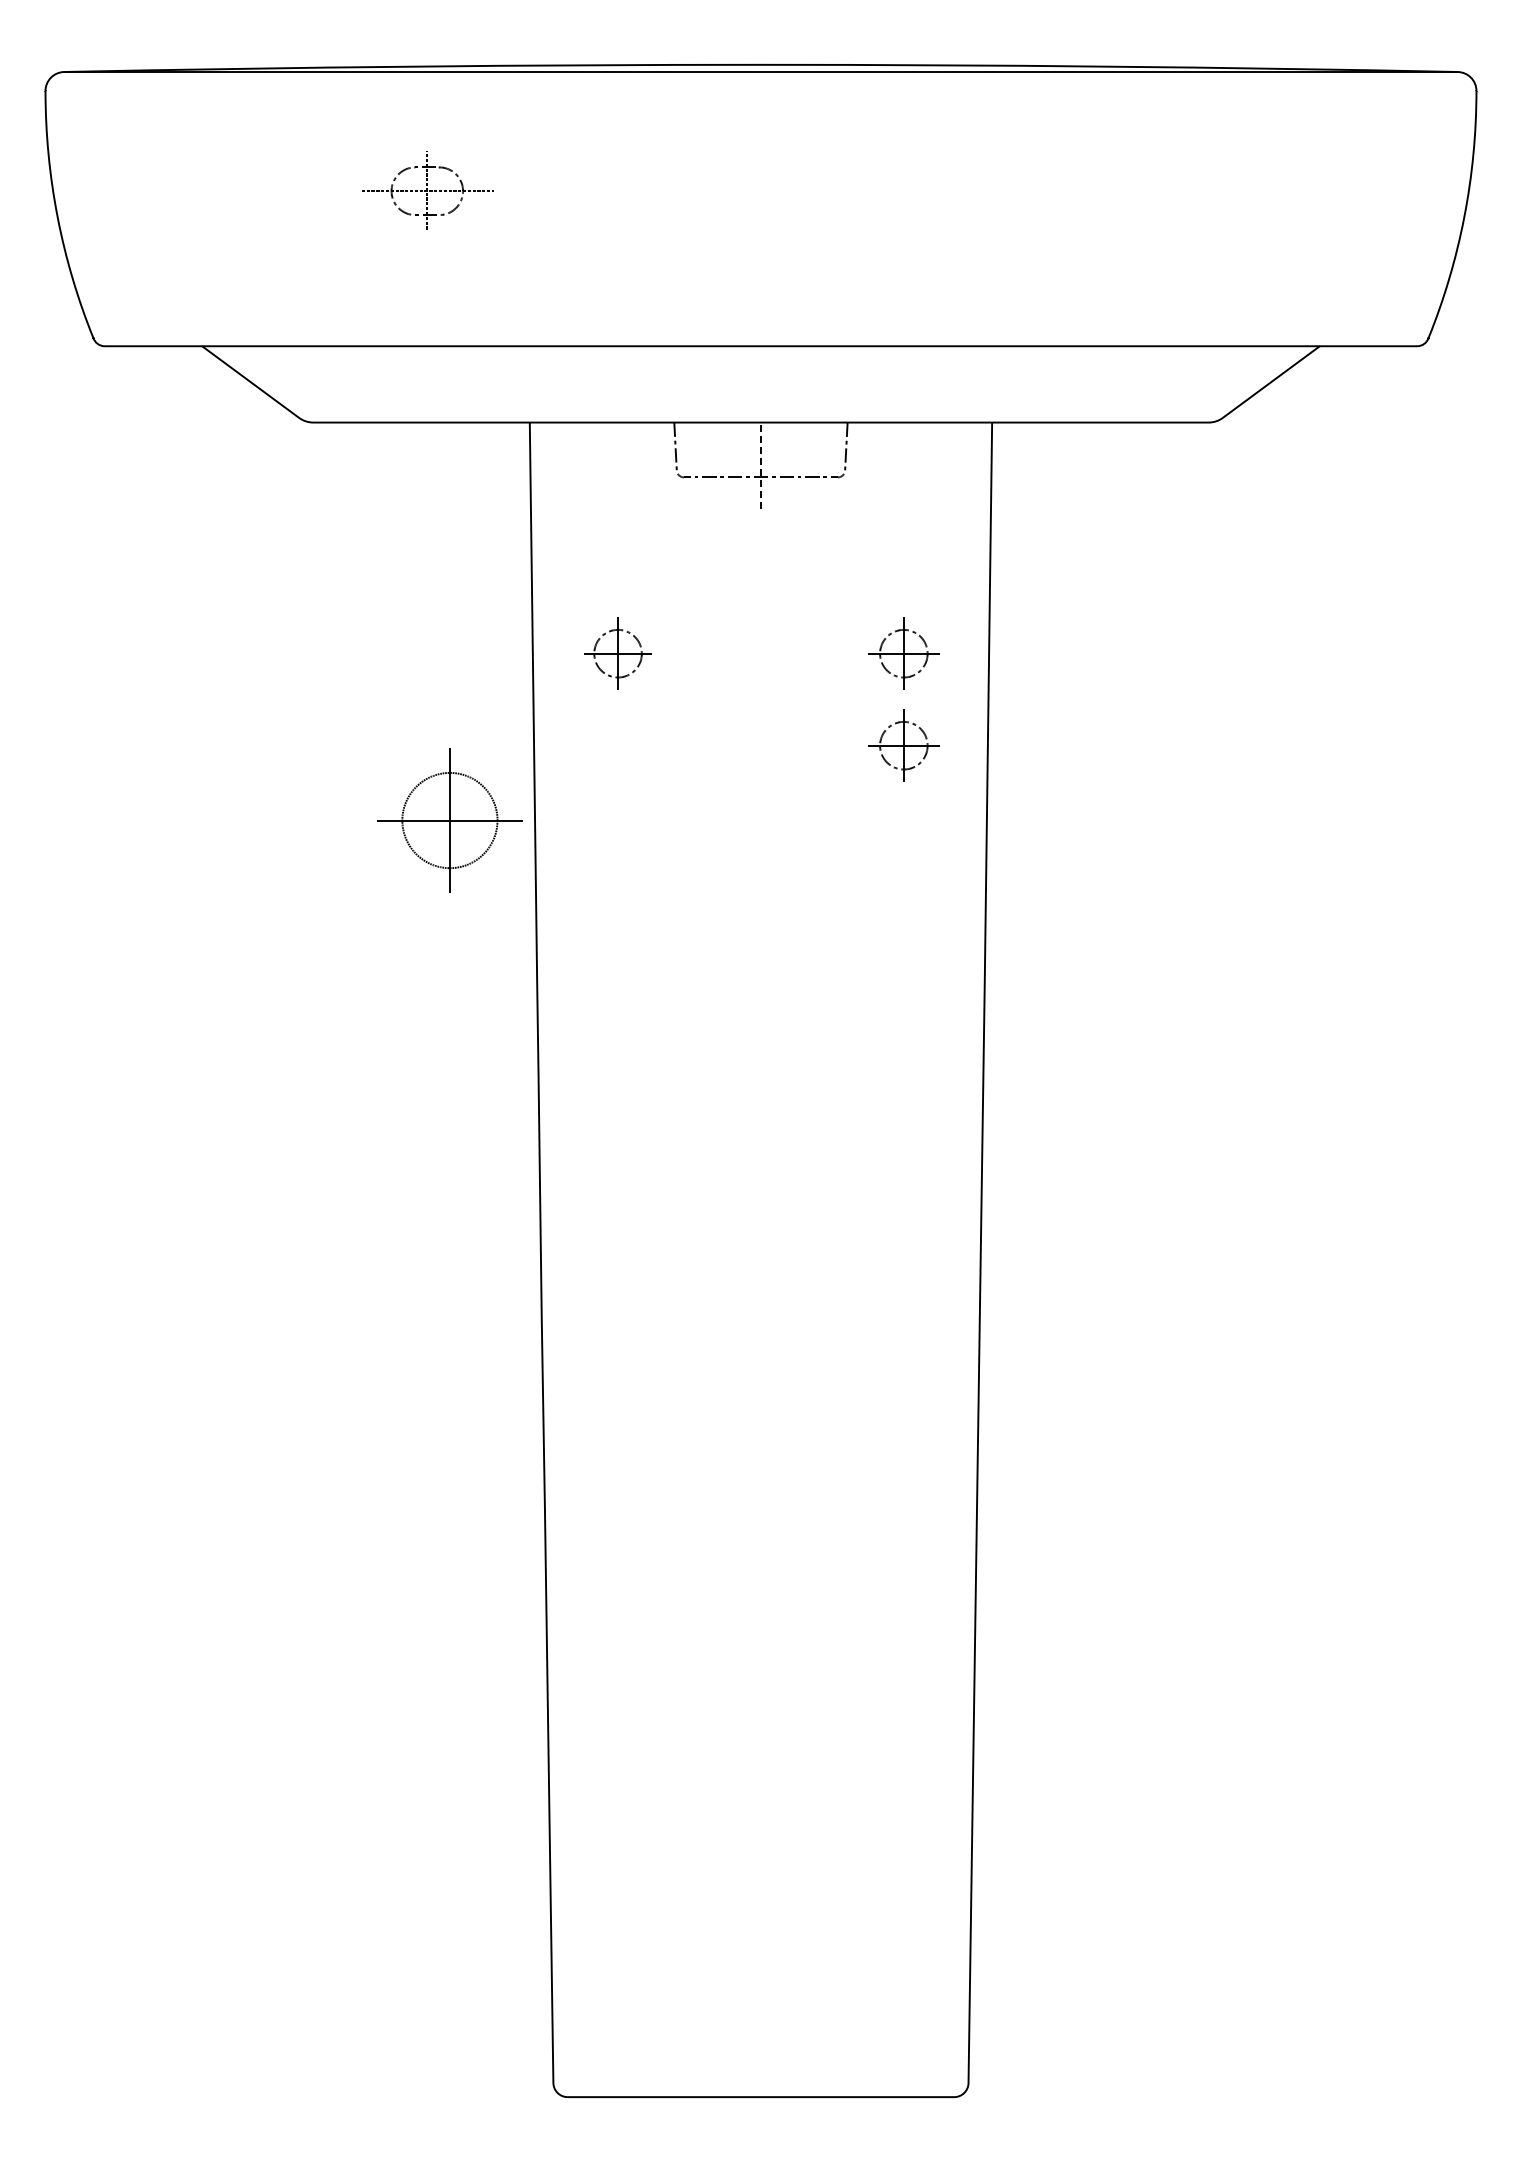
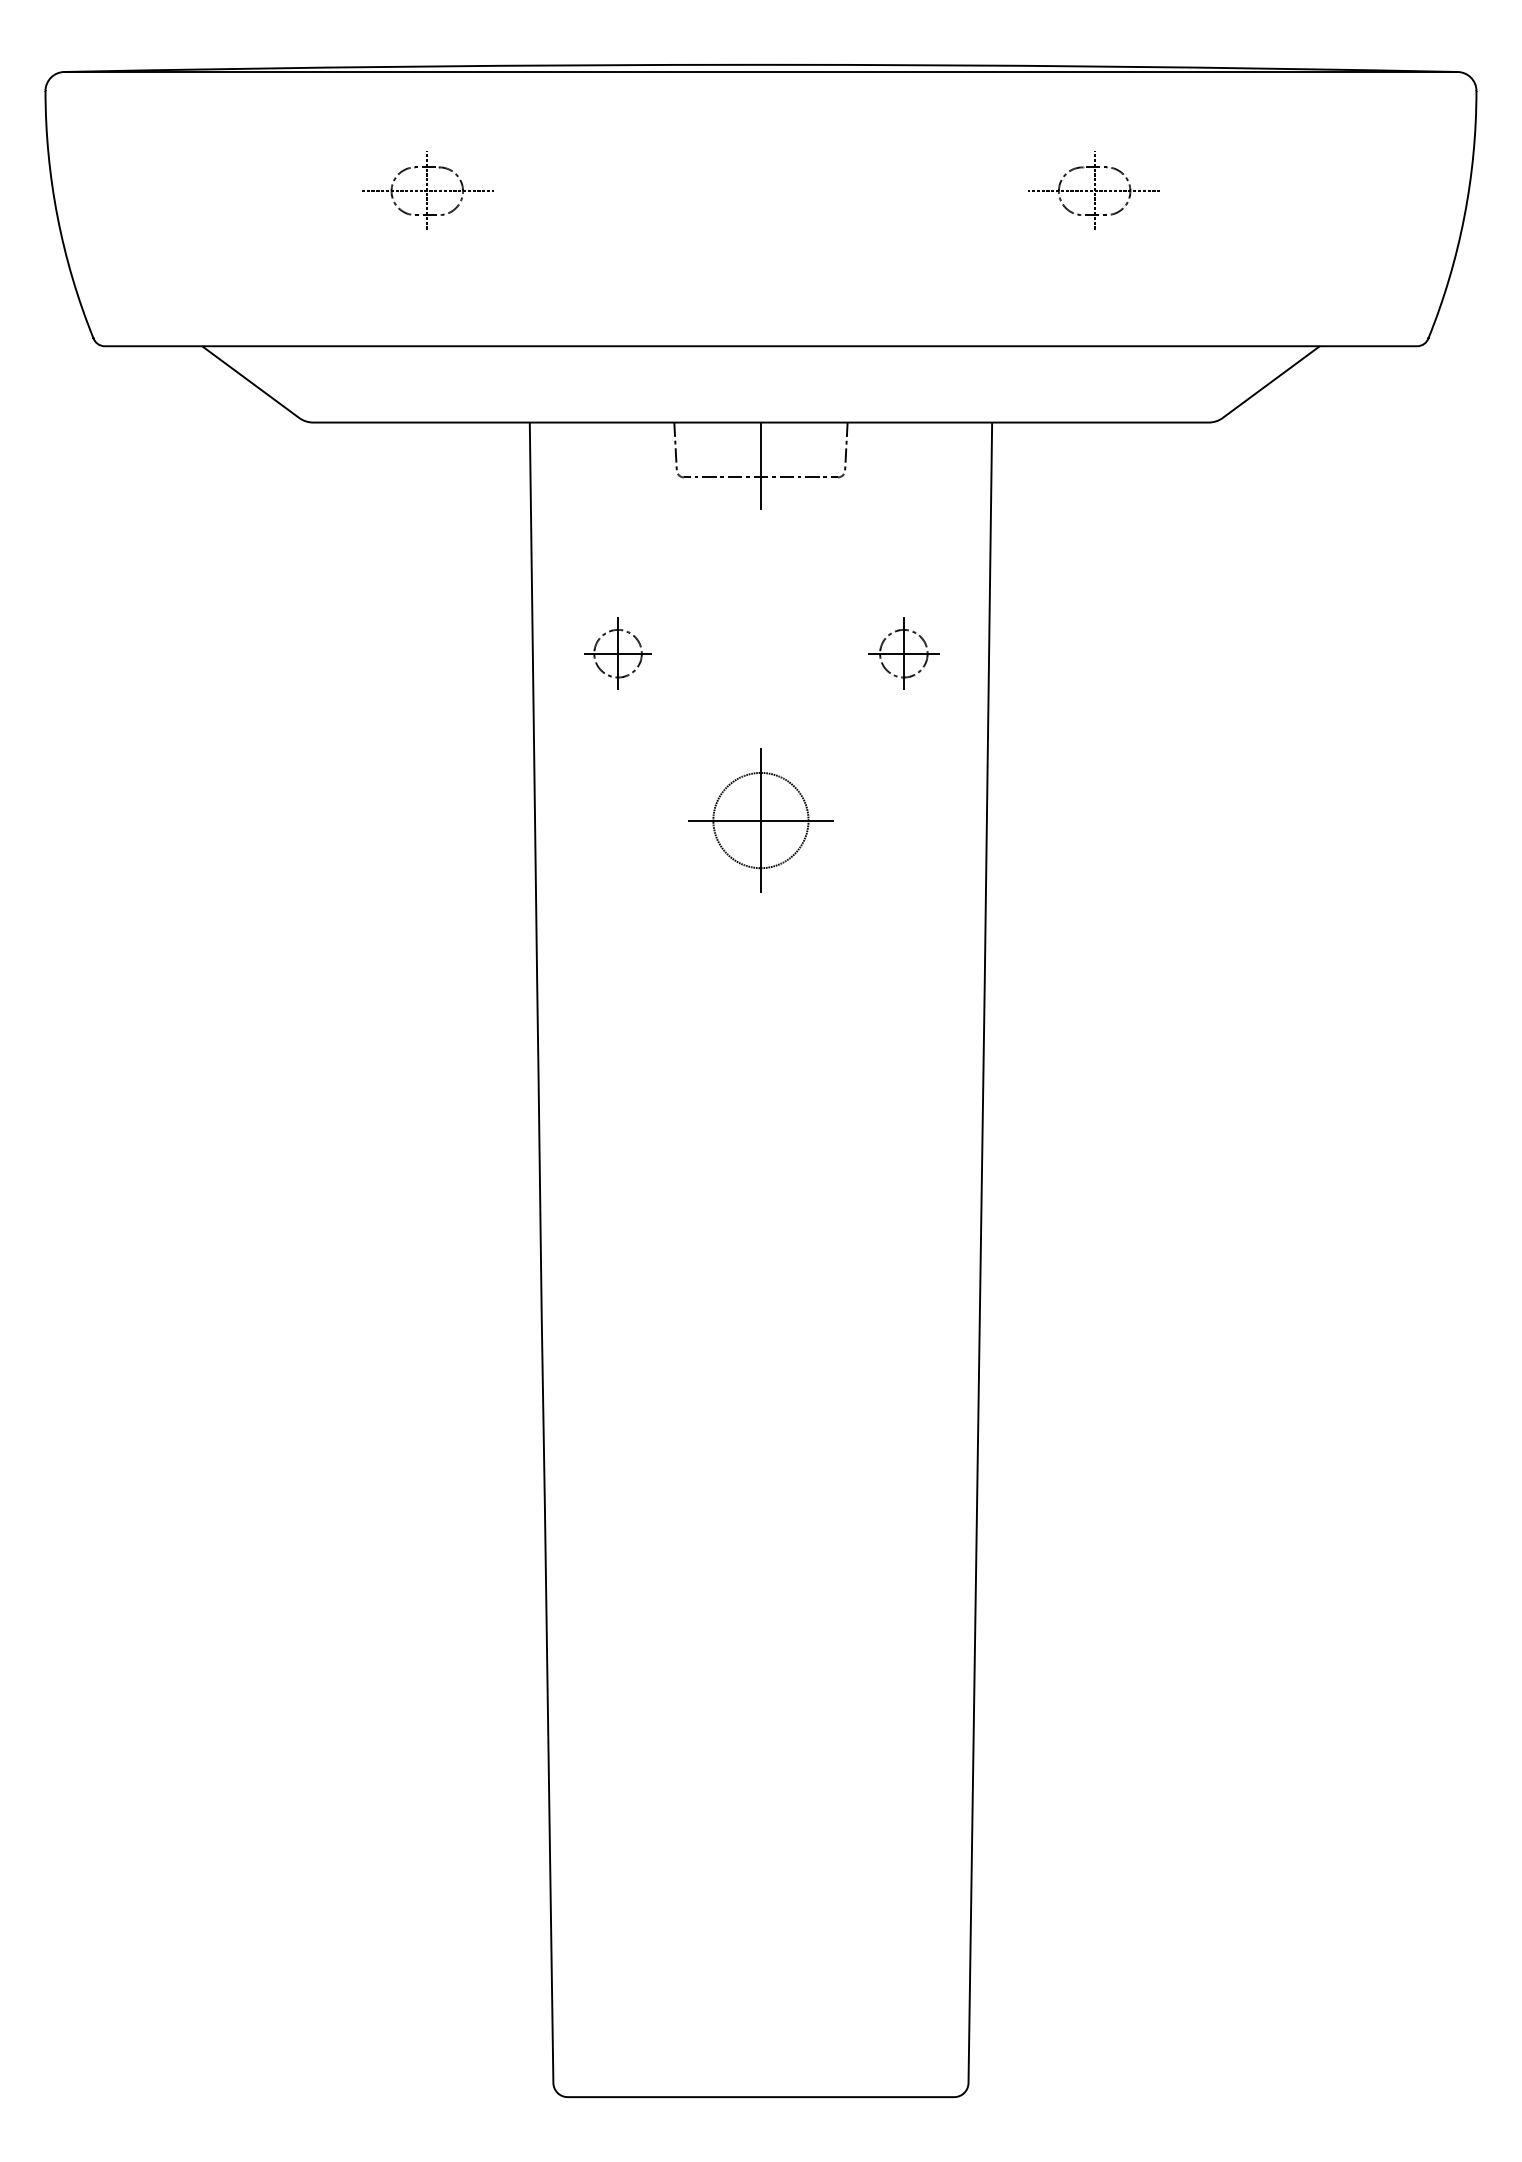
part at (1093, 190): none -> present
line at (760, 465): dashed -> solid
part at (903, 745): present -> none
part at (449, 820) position: (449, 820) -> (760, 820)
